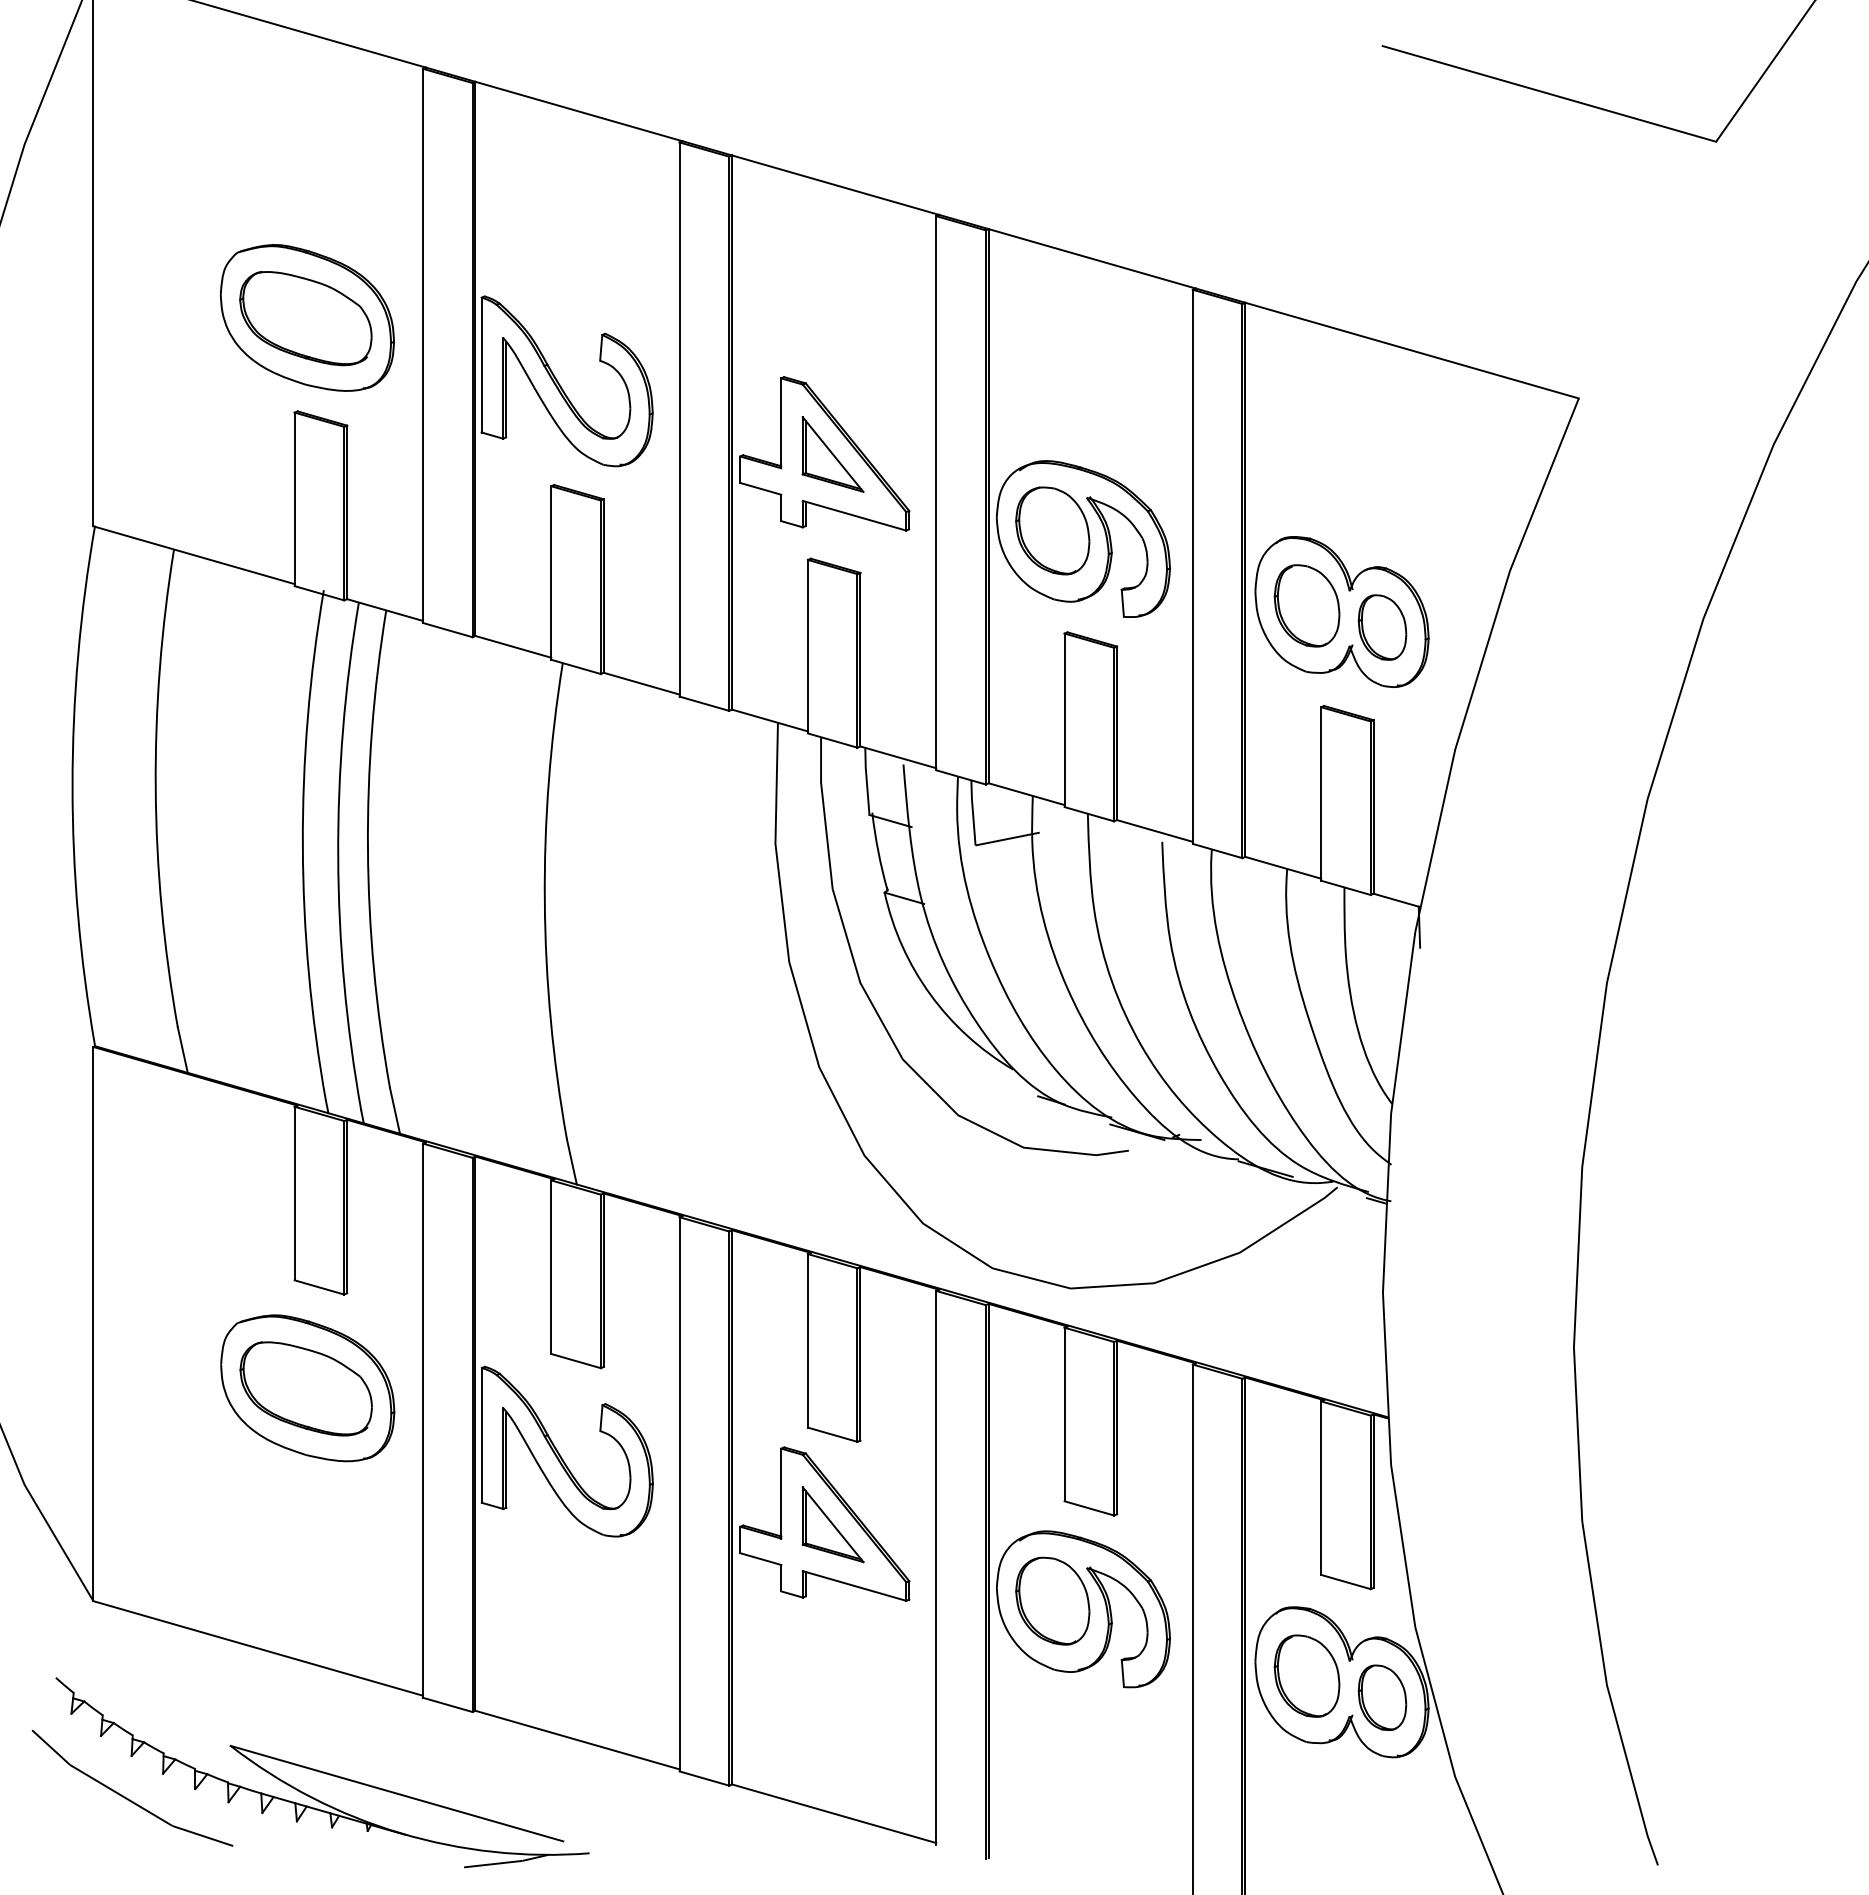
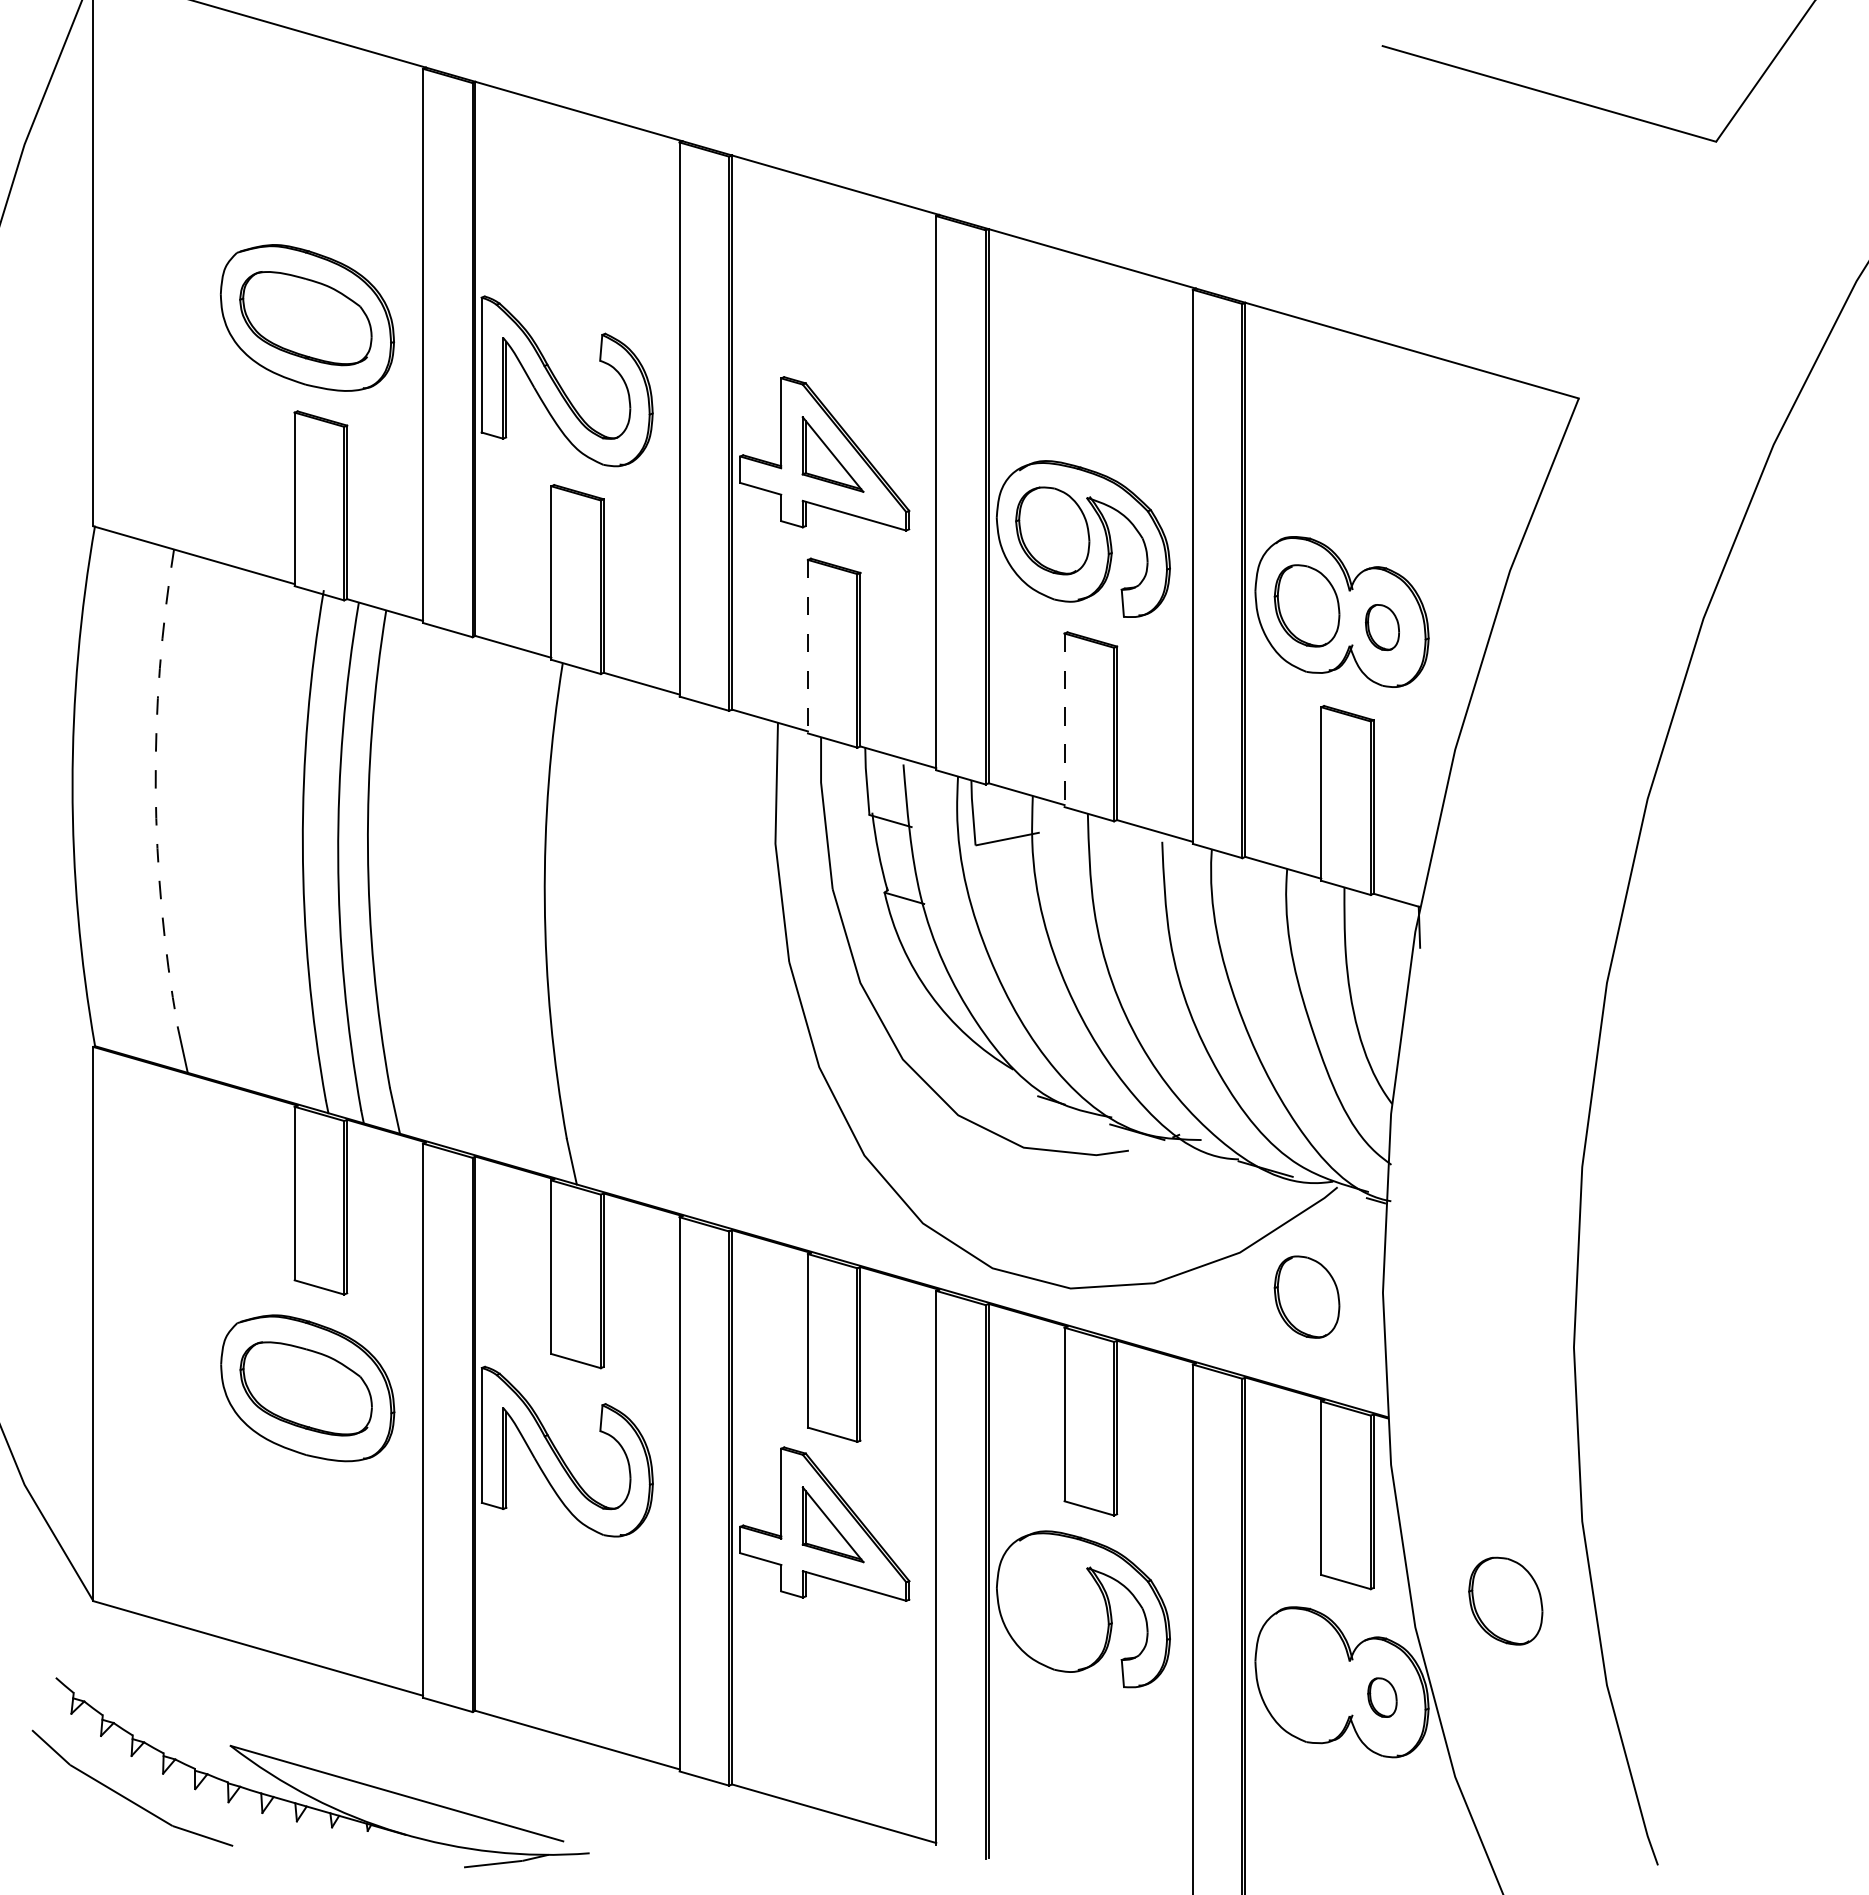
part at (1382, 627) size: 51x67 px -> 35x48 px
line at (807, 646): solid -> dashed
line at (1064, 720): solid -> dashed
arc at (155, 788): solid -> dashed
part at (1052, 1600) position: (1052, 1600) -> (1505, 1600)
part at (1306, 1675) position: (1306, 1675) -> (1306, 1296)
part at (1382, 1697) size: 51x67 px -> 31x41 px
